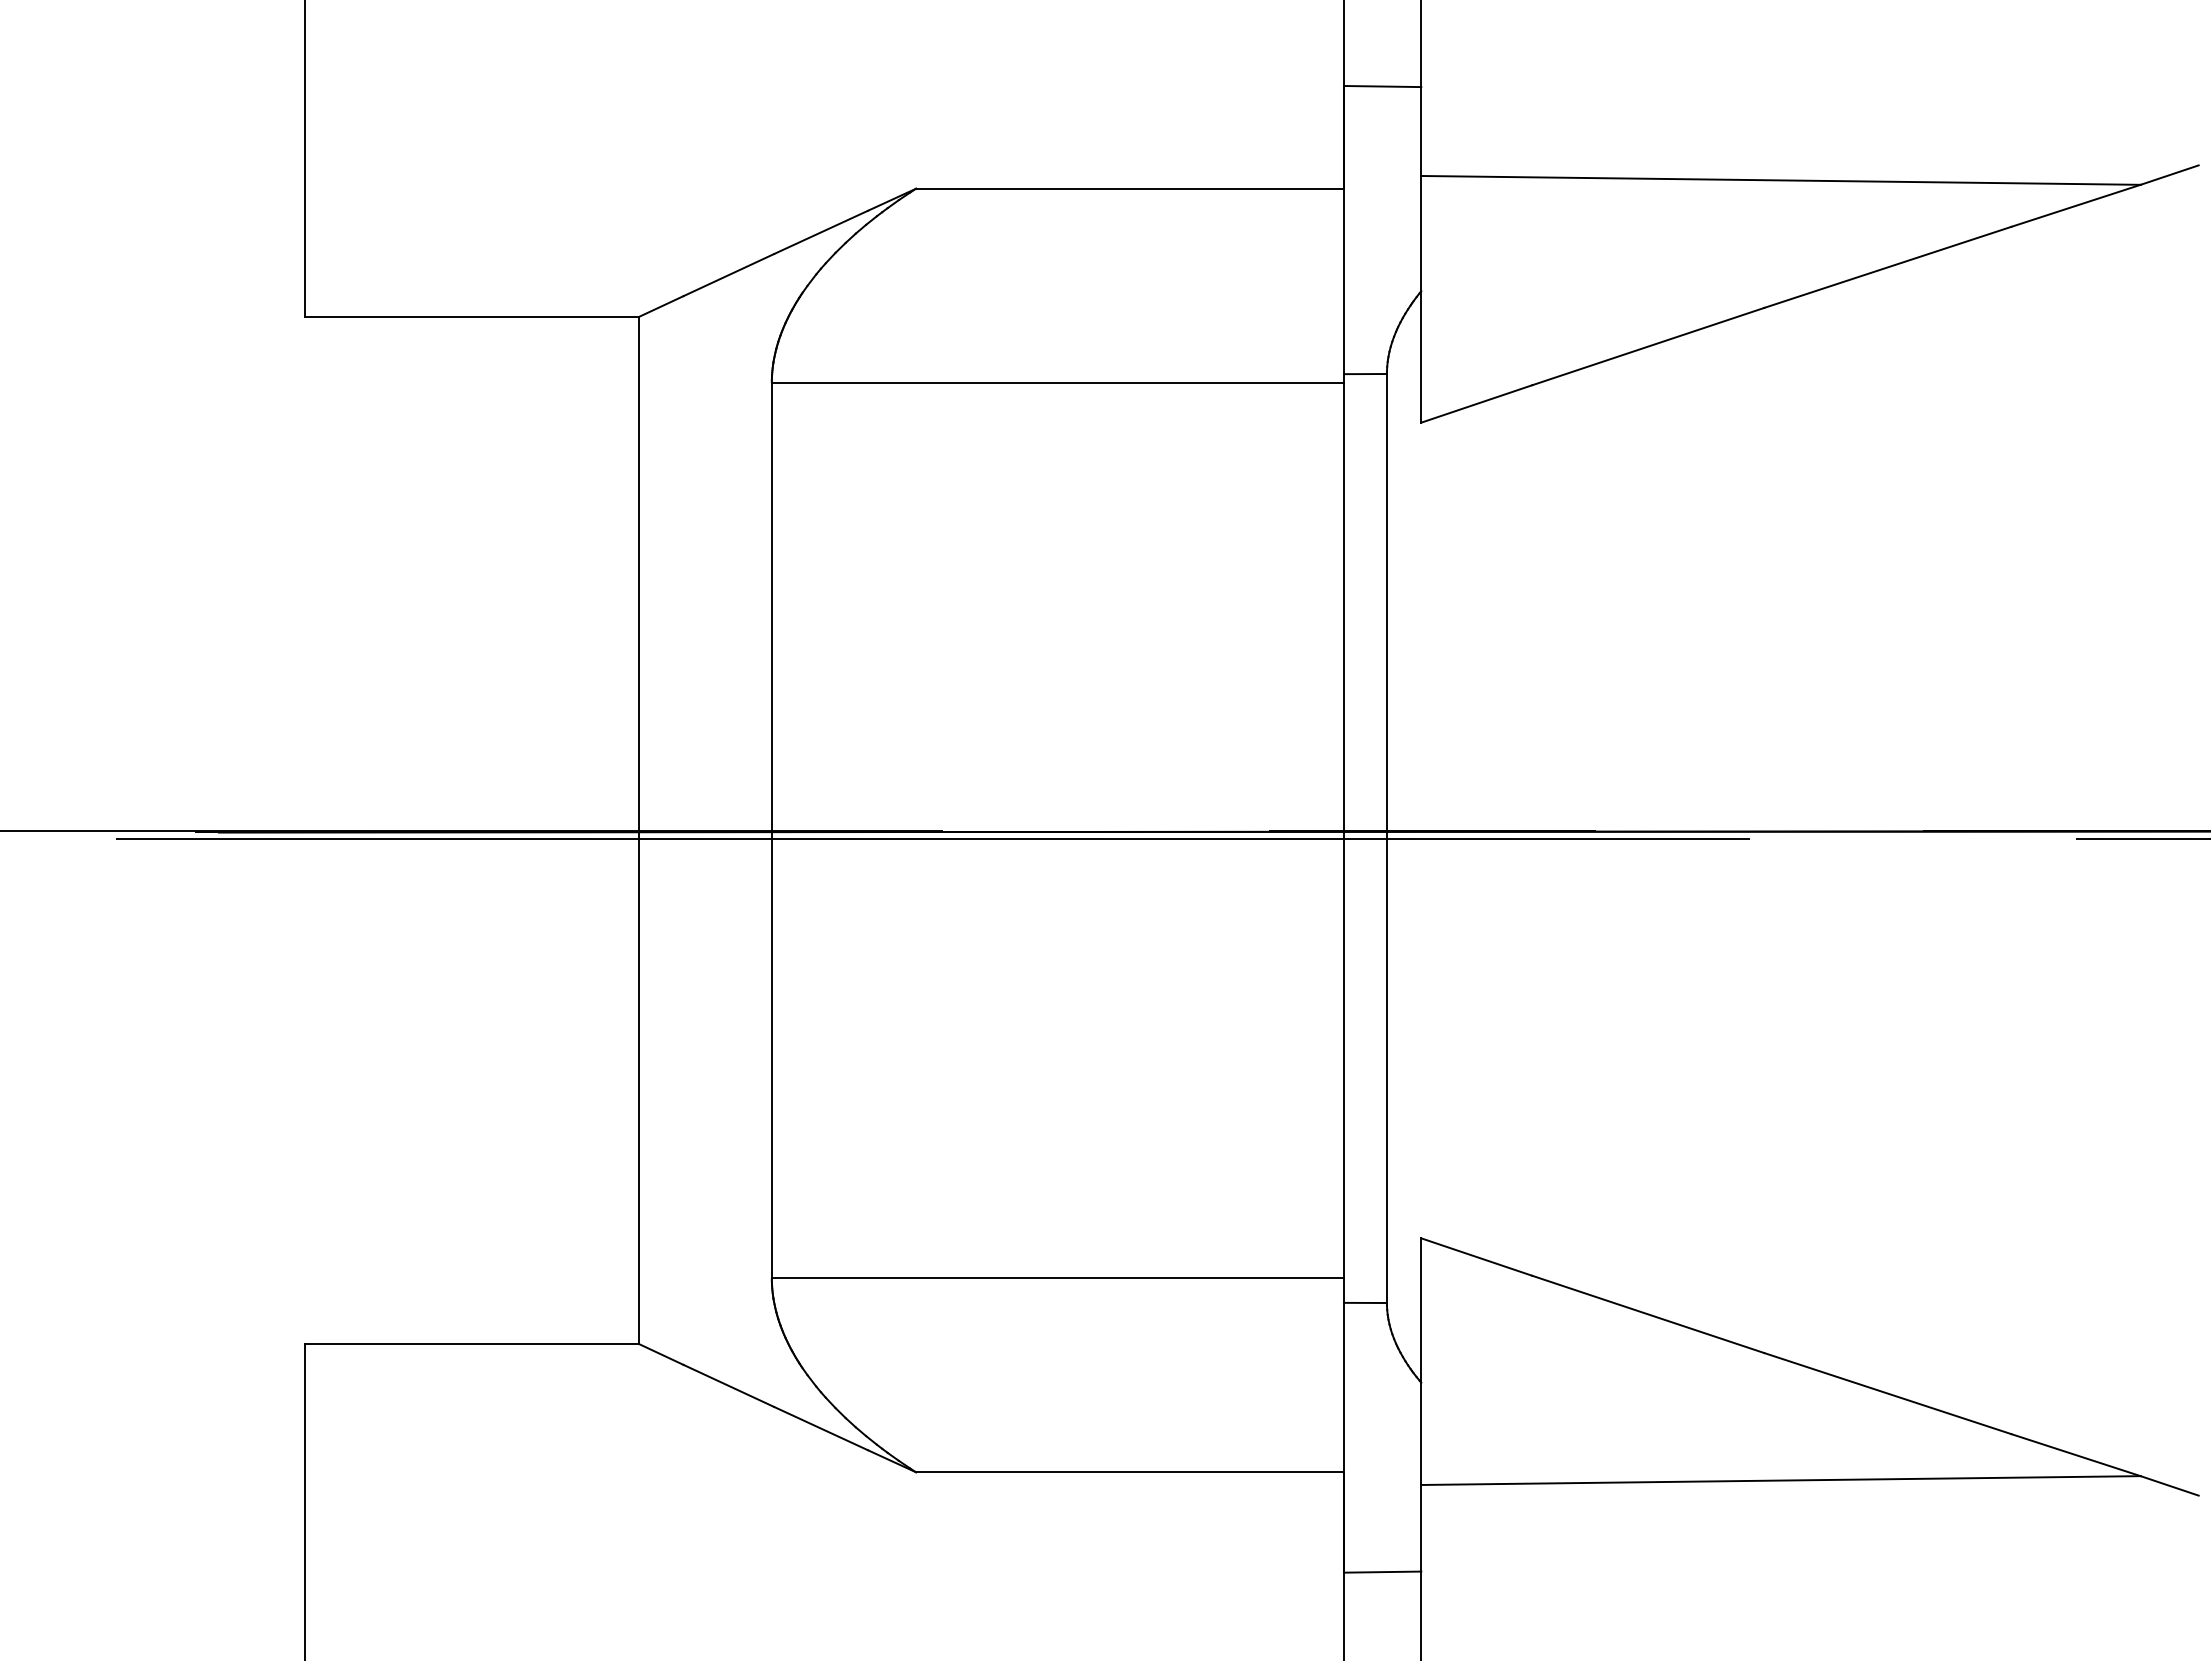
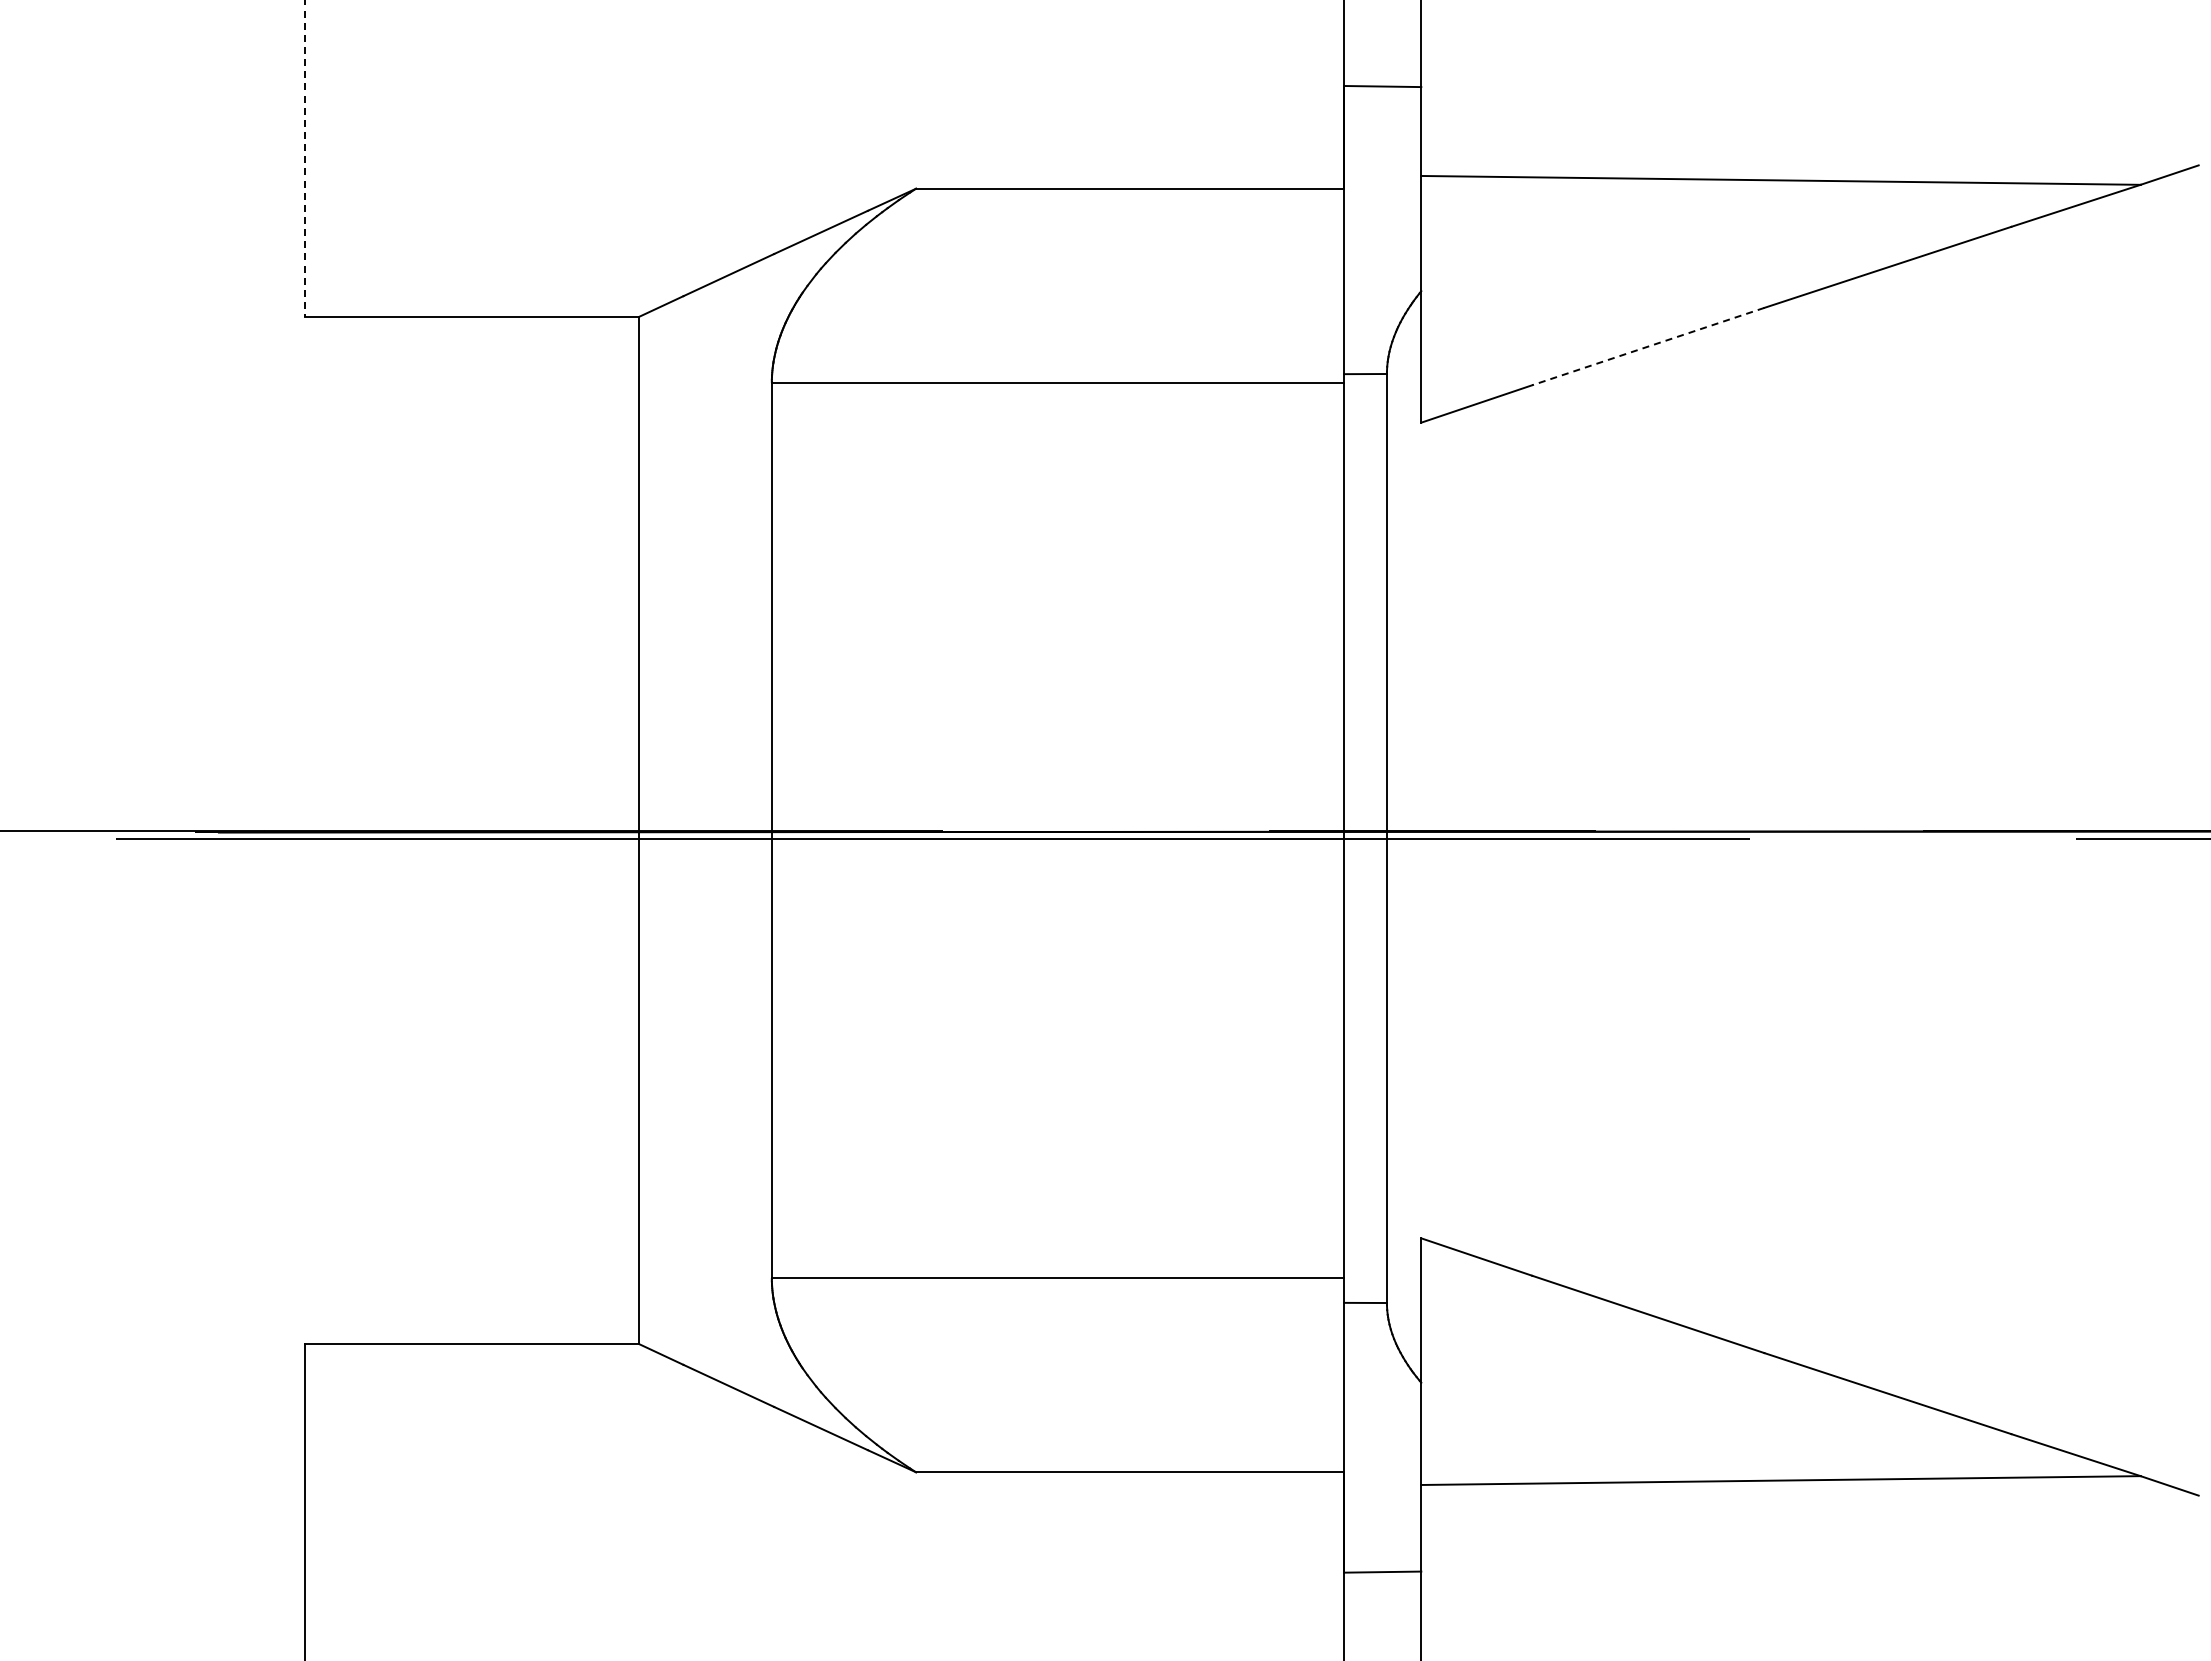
line at (304, 159): solid -> dashed
line at (1647, 346): solid -> dashed
